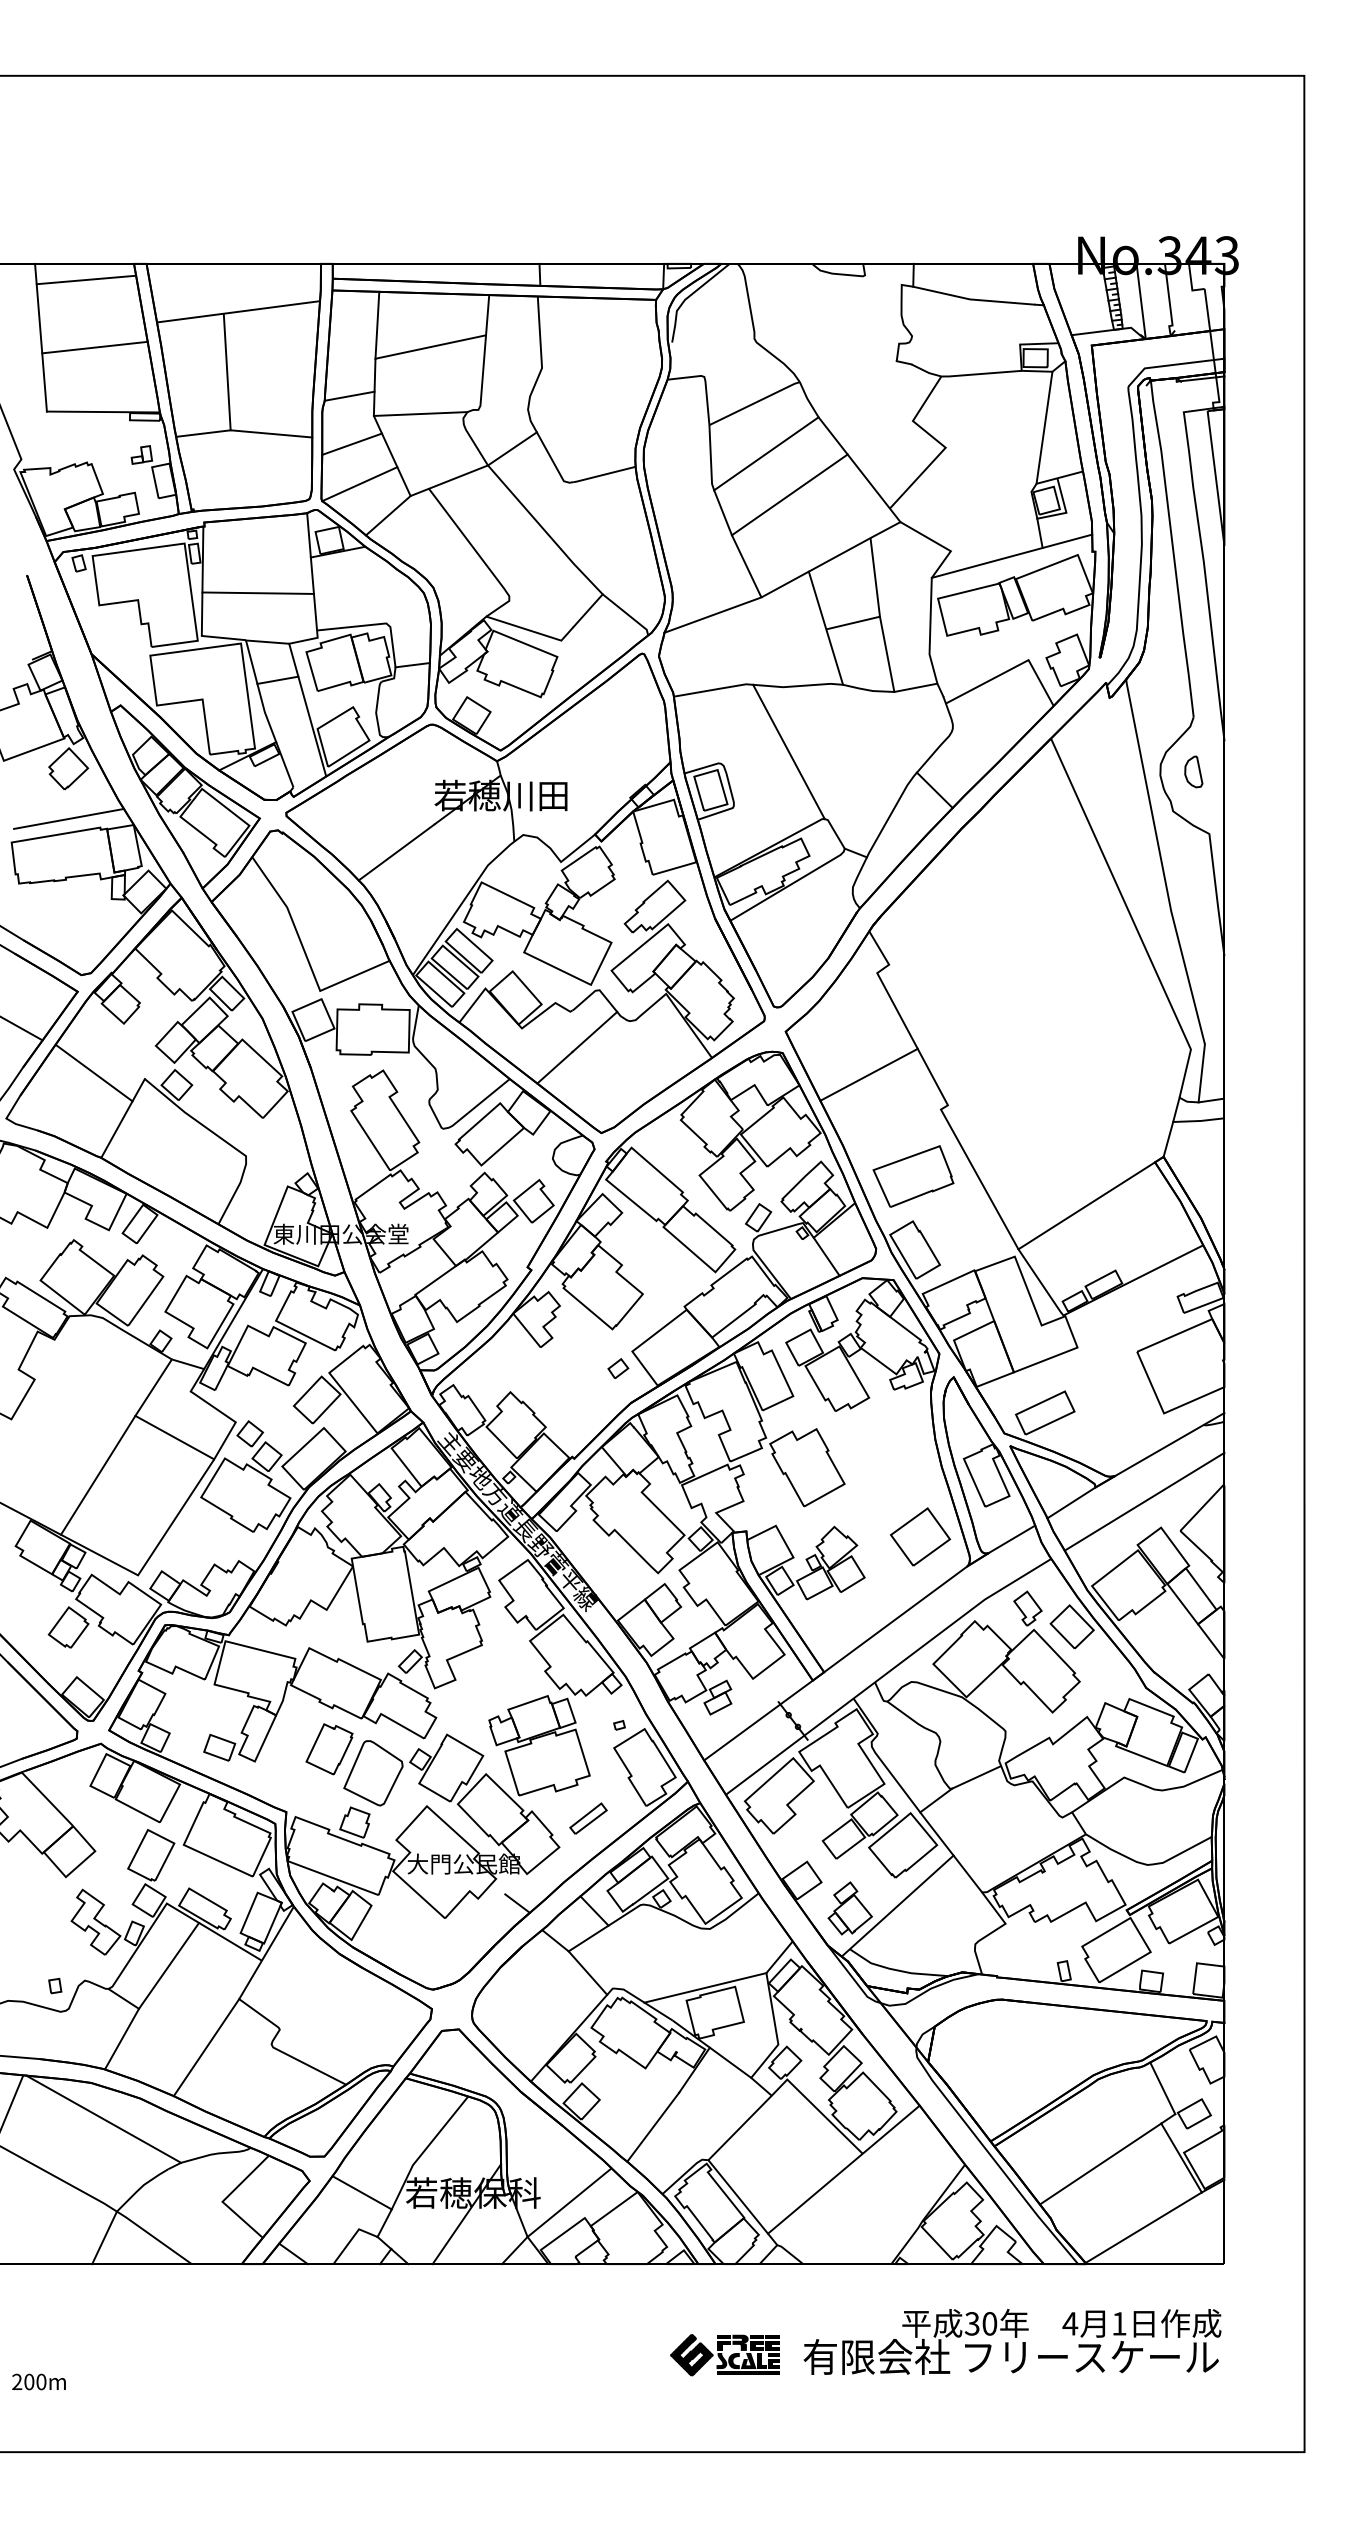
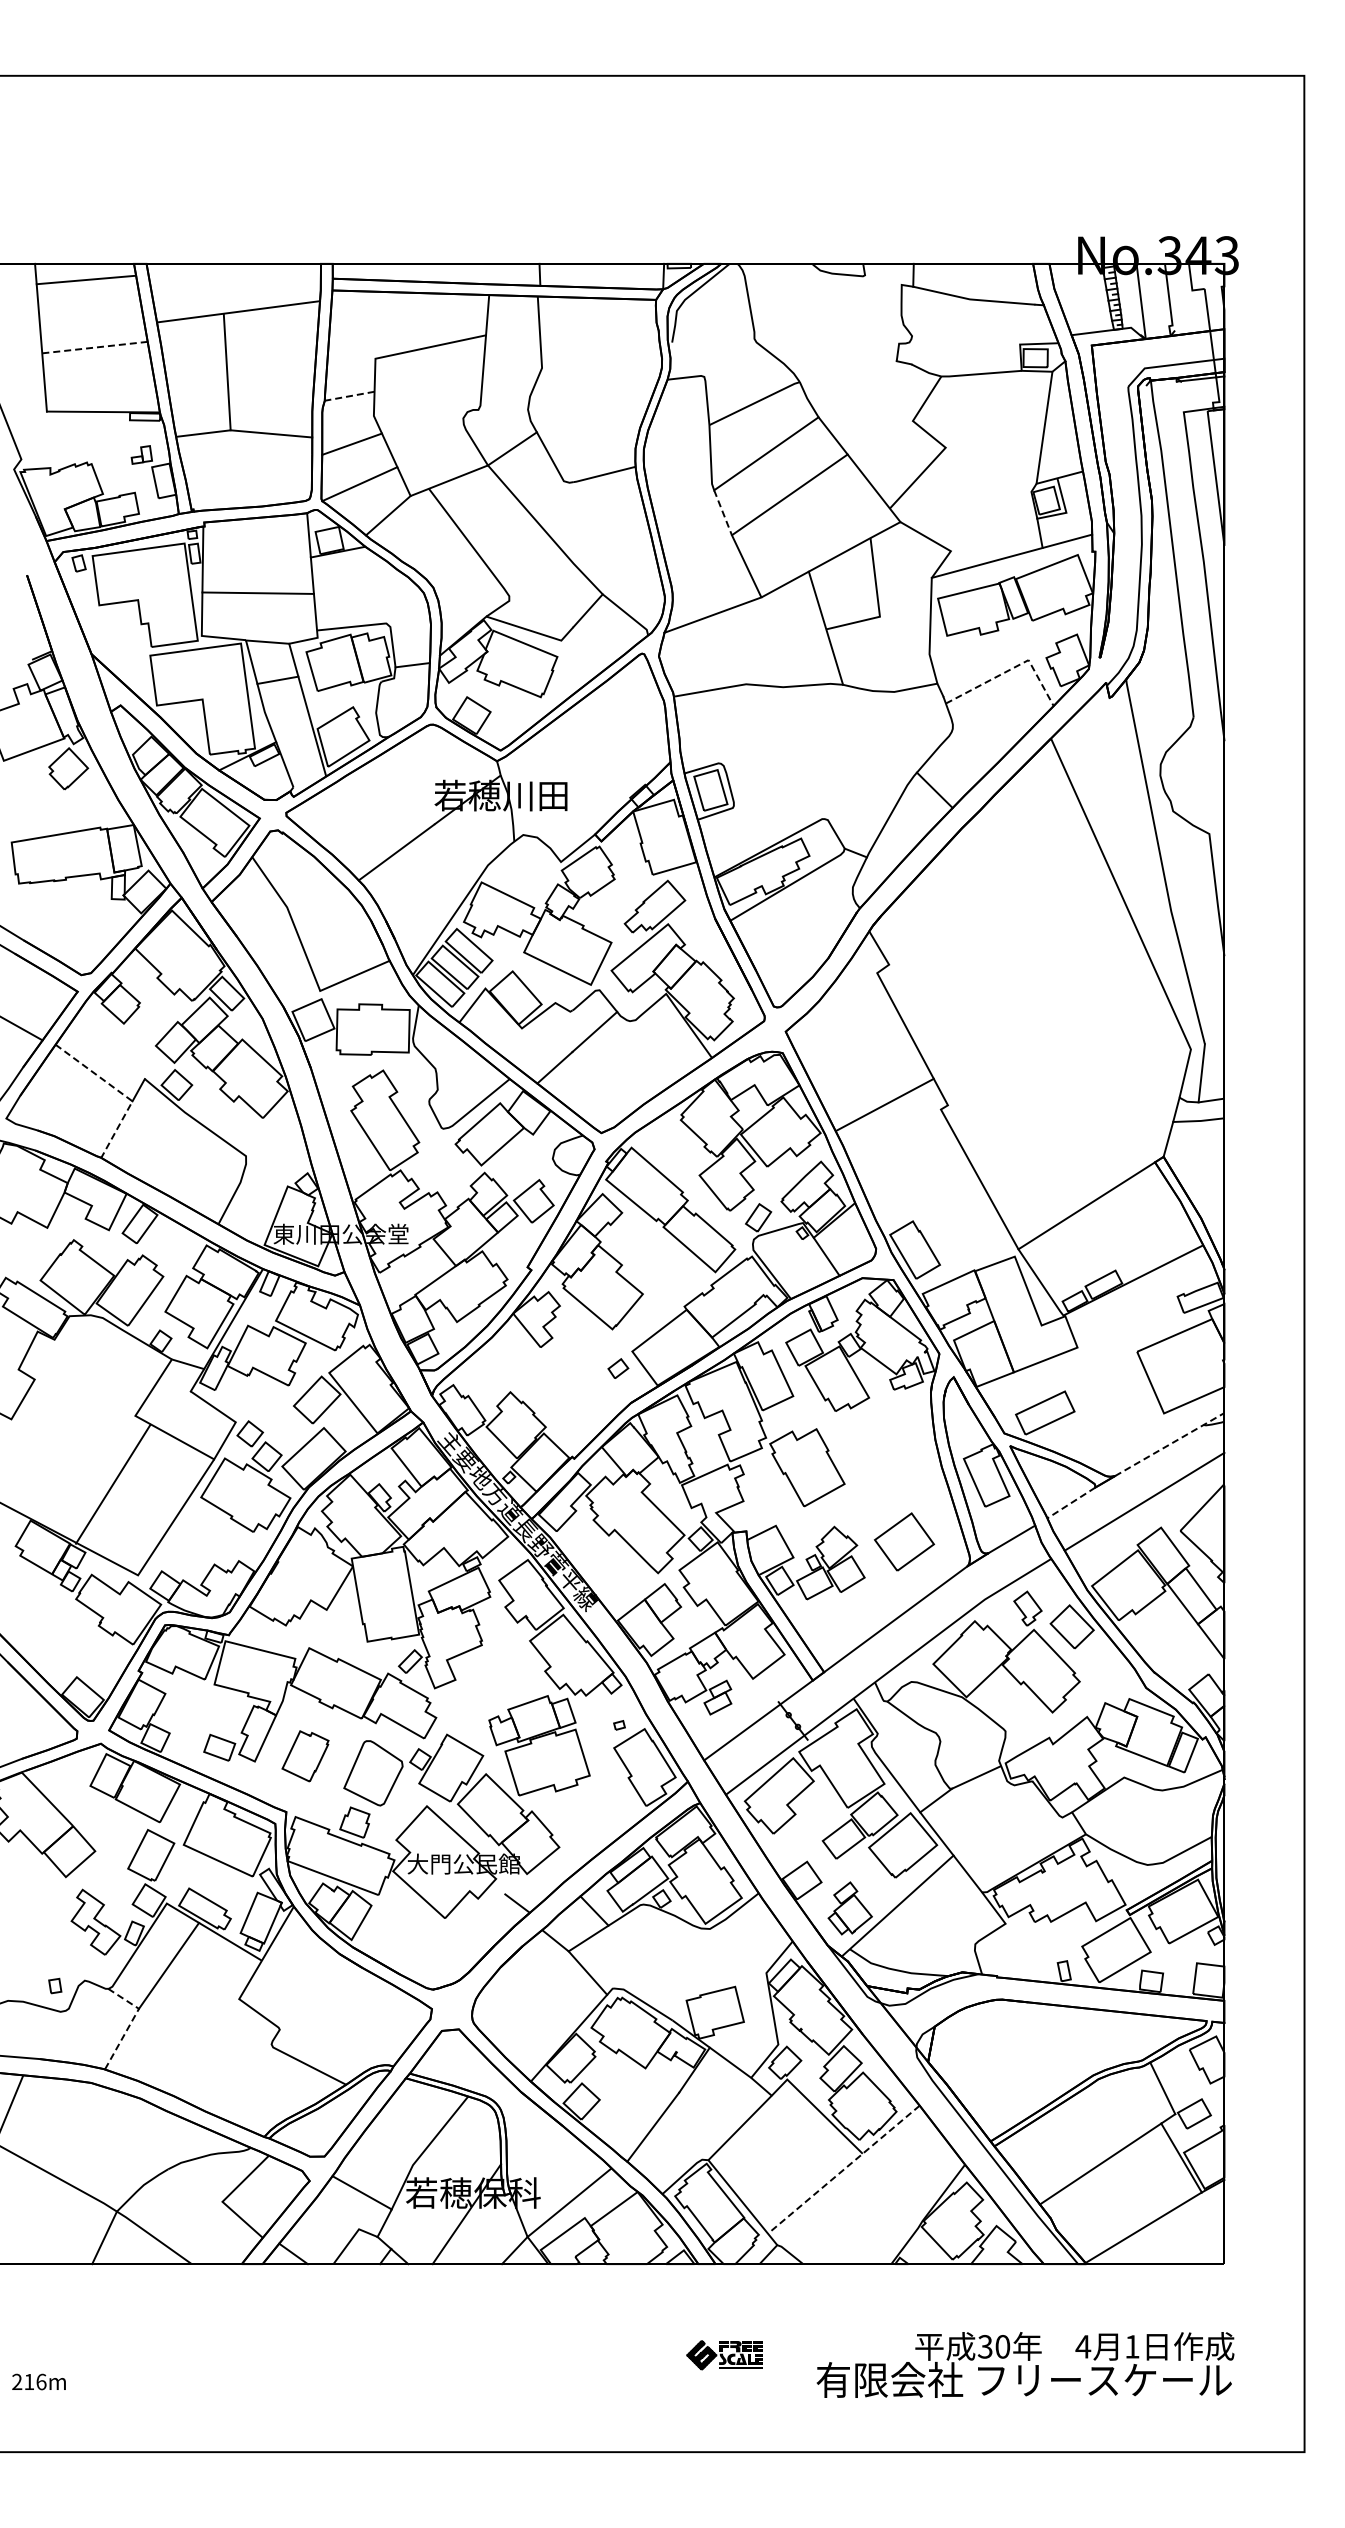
line at (377, 324): present -> none
line at (94, 347): solid -> dashed
line at (349, 396): solid -> dashed
line at (420, 413): present -> none
line at (723, 513): solid -> dashed
line at (886, 653): present -> none
line at (1010, 669): solid -> dashed
line at (788, 751): present -> none
part at (1193, 771): present -> none
line at (68, 818): present -> none
line at (868, 1074) position: (868, 1074) -> (884, 1104)
line at (120, 1092): solid -> dashed
part at (913, 1176): present -> none
line at (1170, 1444): solid -> dashed
line at (98, 1474) position: (98, 1474) -> (113, 1483)
line at (1070, 1503): solid -> dashed
part at (920, 1536) position: (920, 1536) -> (904, 1541)
part at (68, 1627): present -> none
part at (329, 1749) position: (329, 1749) -> (305, 1756)
part at (588, 1818): present -> none
line at (705, 1987): present -> none
line at (131, 2022): solid -> dashed
line at (206, 2047): present -> none
line at (103, 2118): present -> none
line at (843, 2170): solid -> dashed
text at (1012, 2341) position: (1012, 2341) -> (1025, 2364)
part at (724, 2355) size: 110x43 px -> 77x31 px
text at (35, 2381): 200m -> 216m
